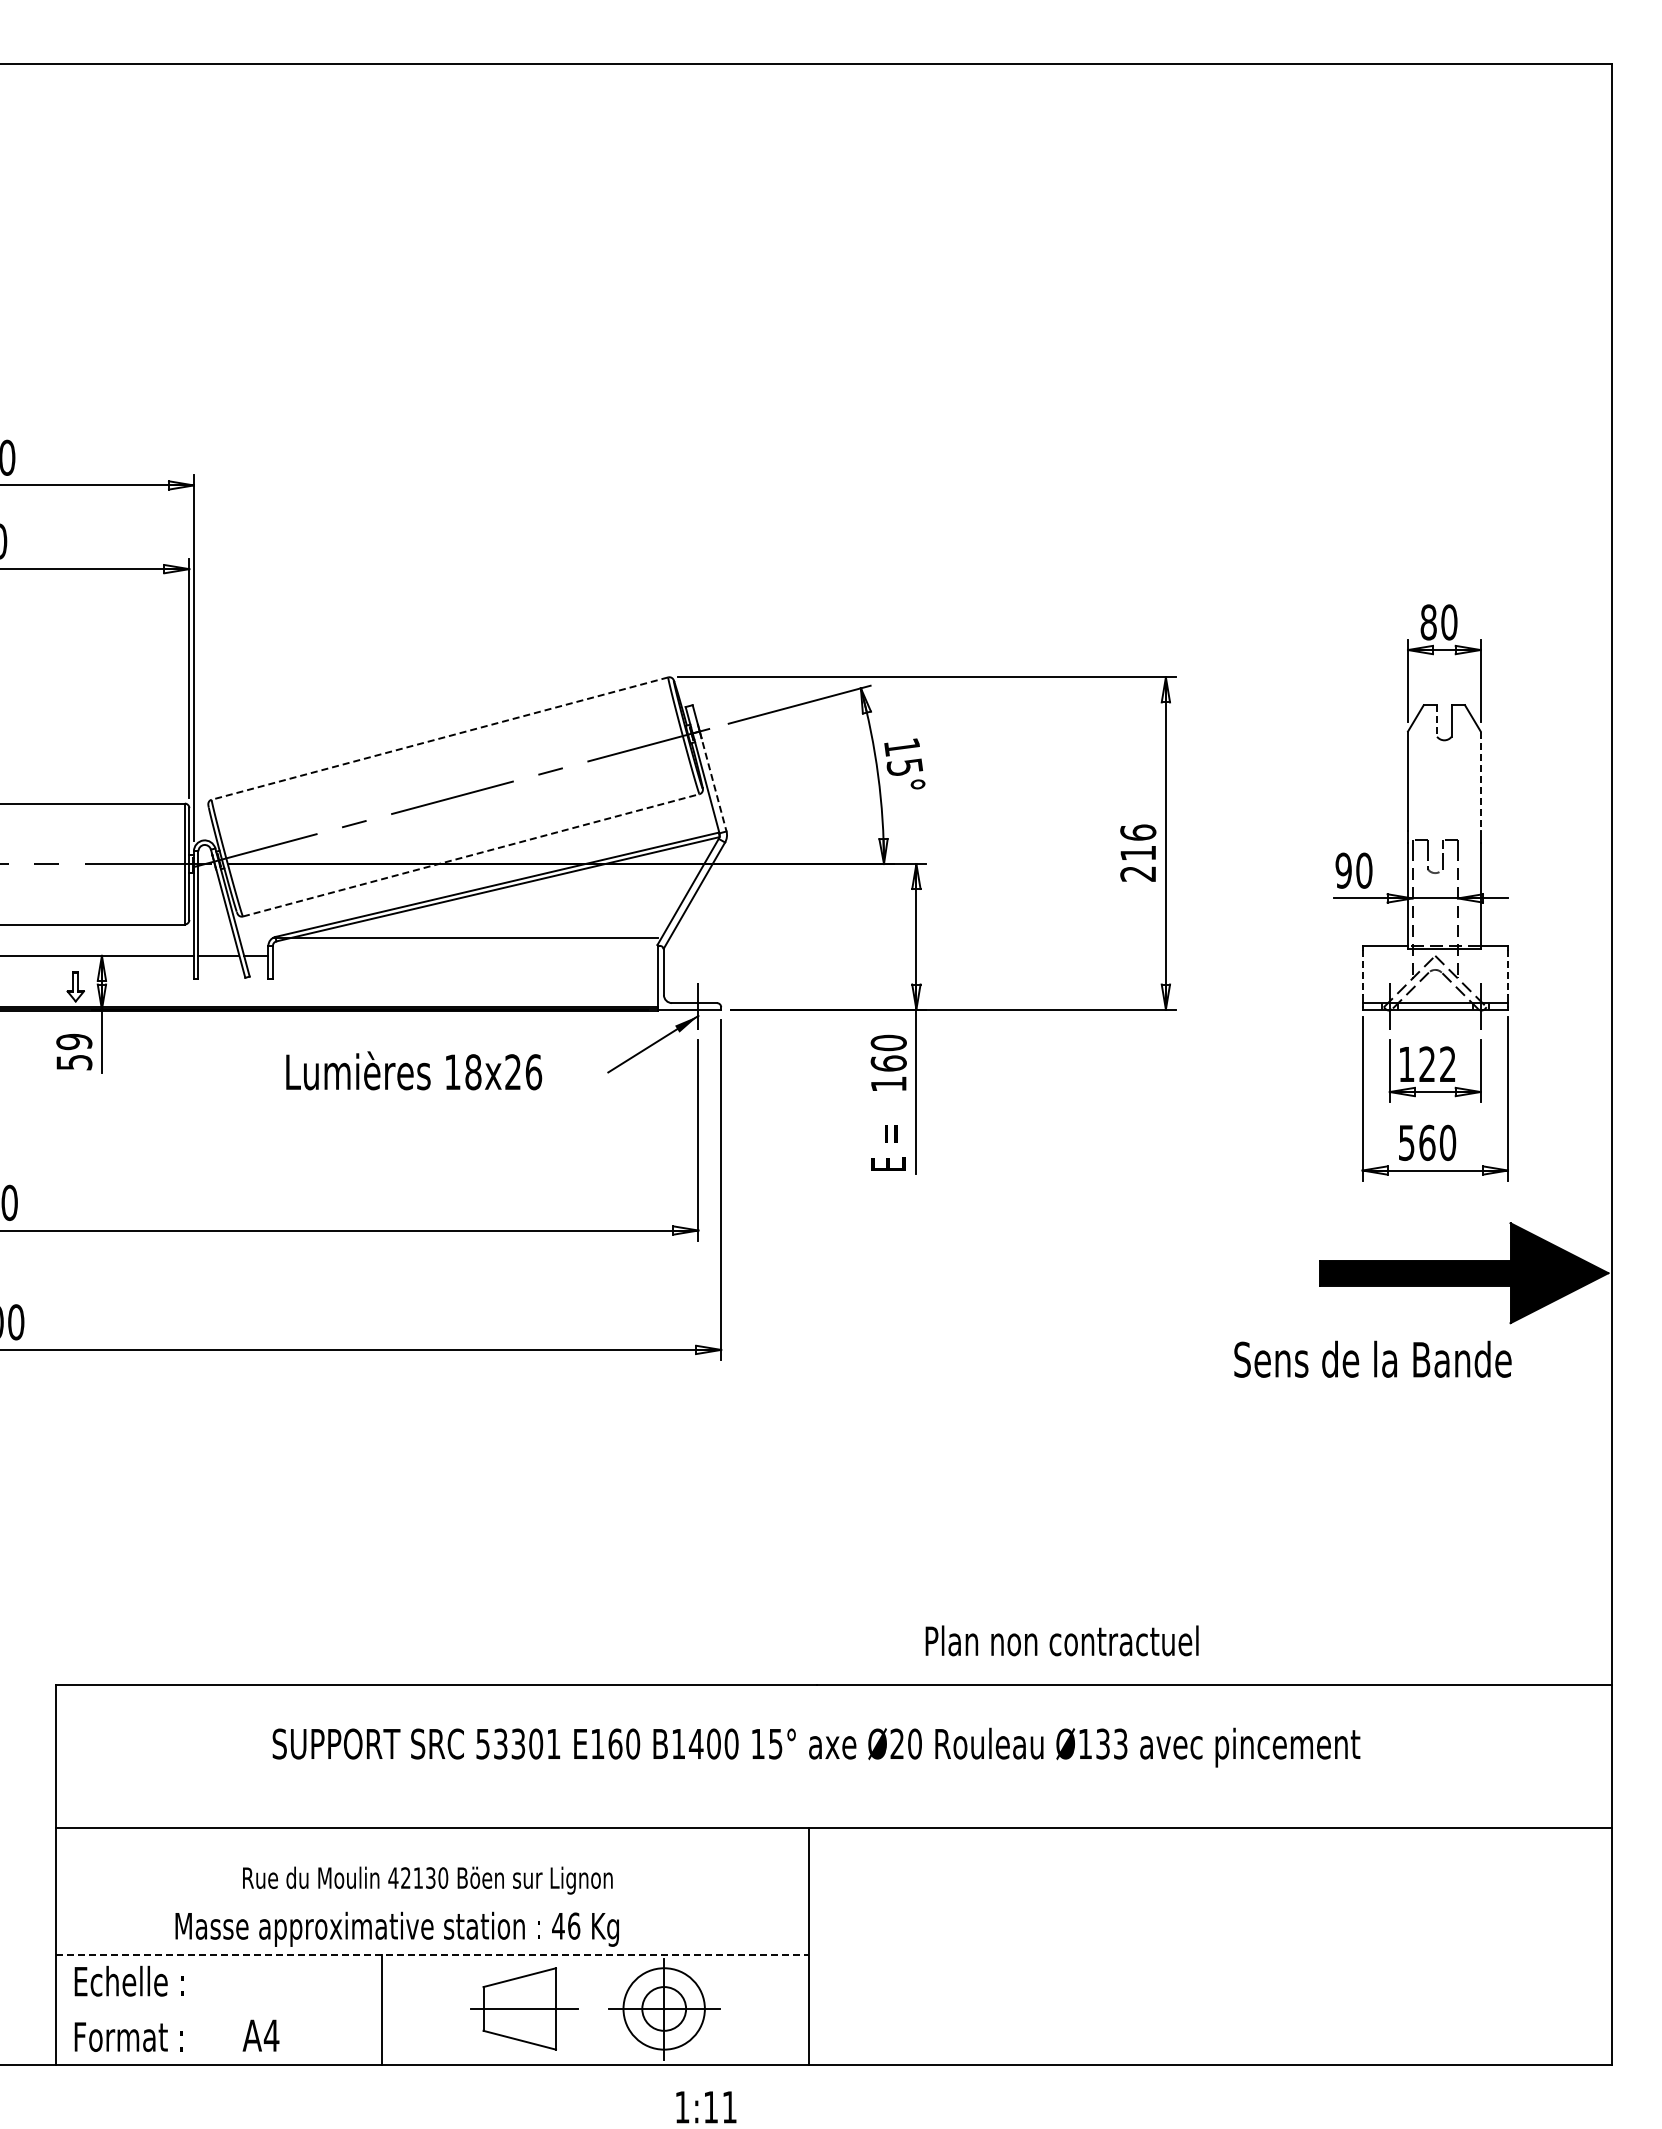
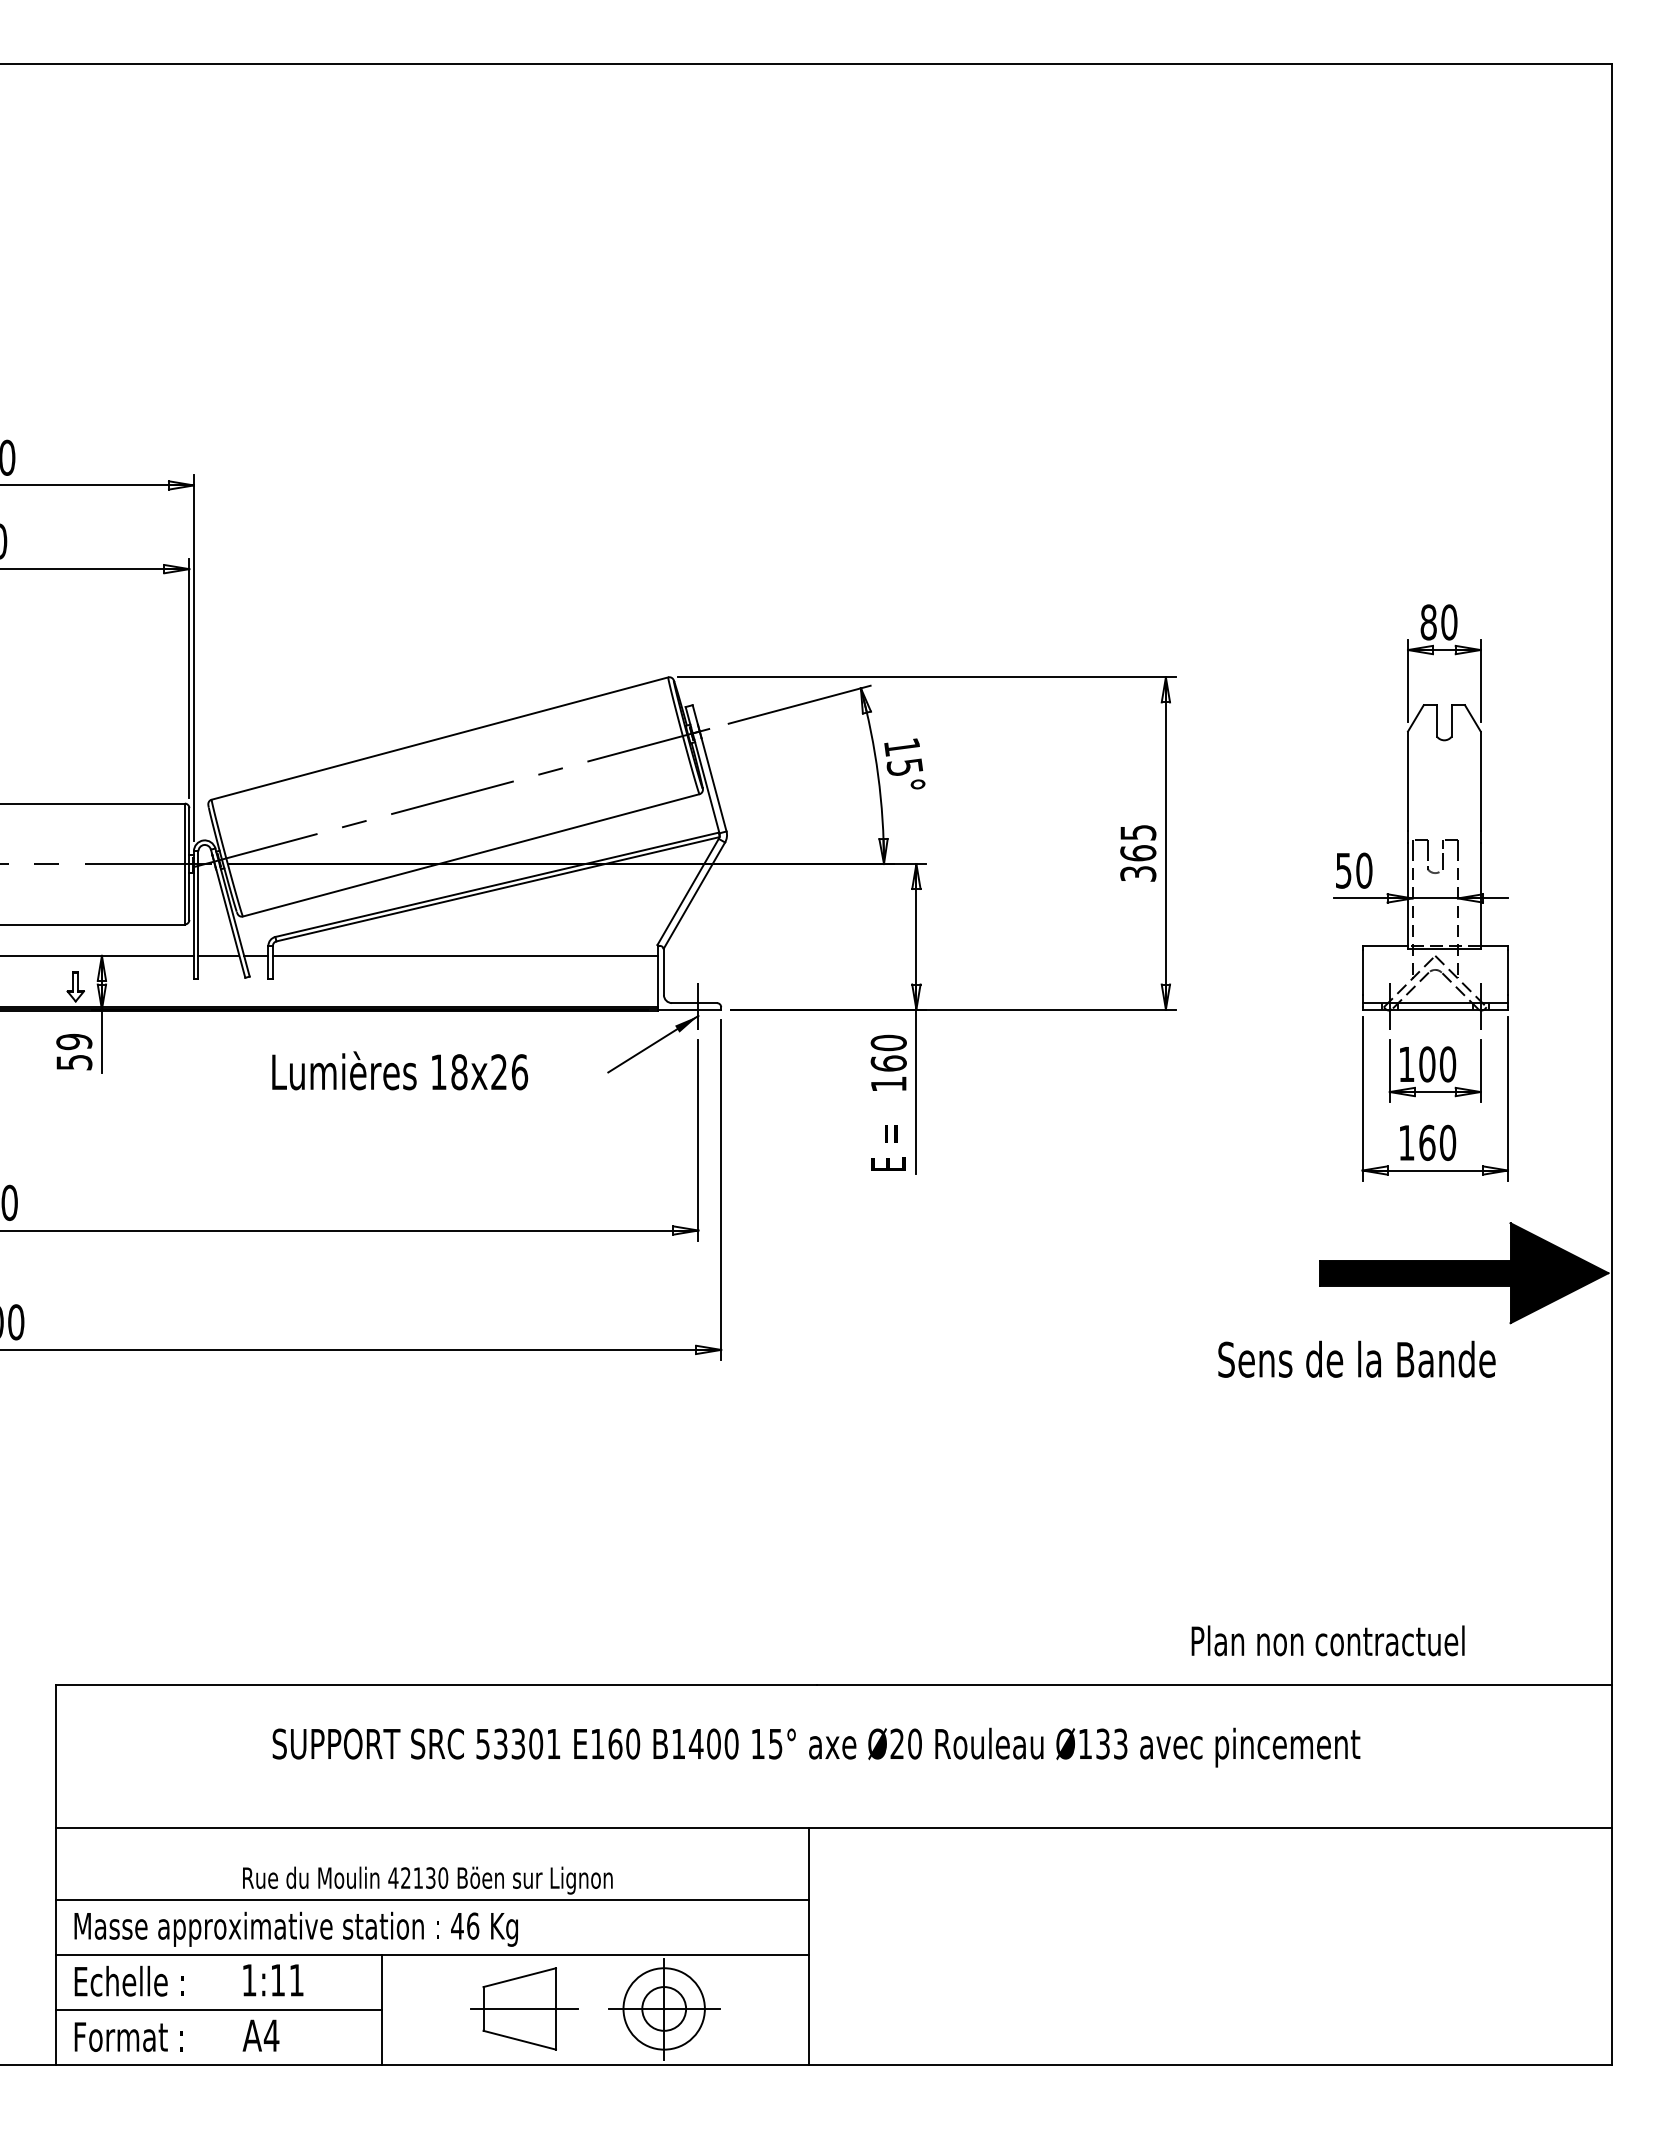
line at (1437, 721): dashed -> solid
line at (439, 738): dashed -> solid
line at (713, 781): dashed -> solid
line at (1480, 781): dashed -> solid
text at (1138, 852): 216 -> 365
line at (471, 855): dashed -> solid
text at (1343, 870): 90 -> 50
line at (464, 937) position: (464, 937) -> (464, 955)
line at (1362, 972): dashed -> solid
line at (1508, 972): dashed -> solid
text at (1437, 1064): 122 -> 100
text at (414, 1070) position: (414, 1070) -> (400, 1070)
text at (1406, 1142): 560 -> 160
text at (1372, 1358) position: (1372, 1358) -> (1356, 1358)
text at (1061, 1640) position: (1061, 1640) -> (1327, 1640)
line at (431, 1900): none -> present
text at (396, 1928) position: (396, 1928) -> (295, 1928)
line at (432, 1955): dashed -> solid
line at (218, 2010): none -> present
text at (706, 2107) position: (706, 2107) -> (273, 1980)
